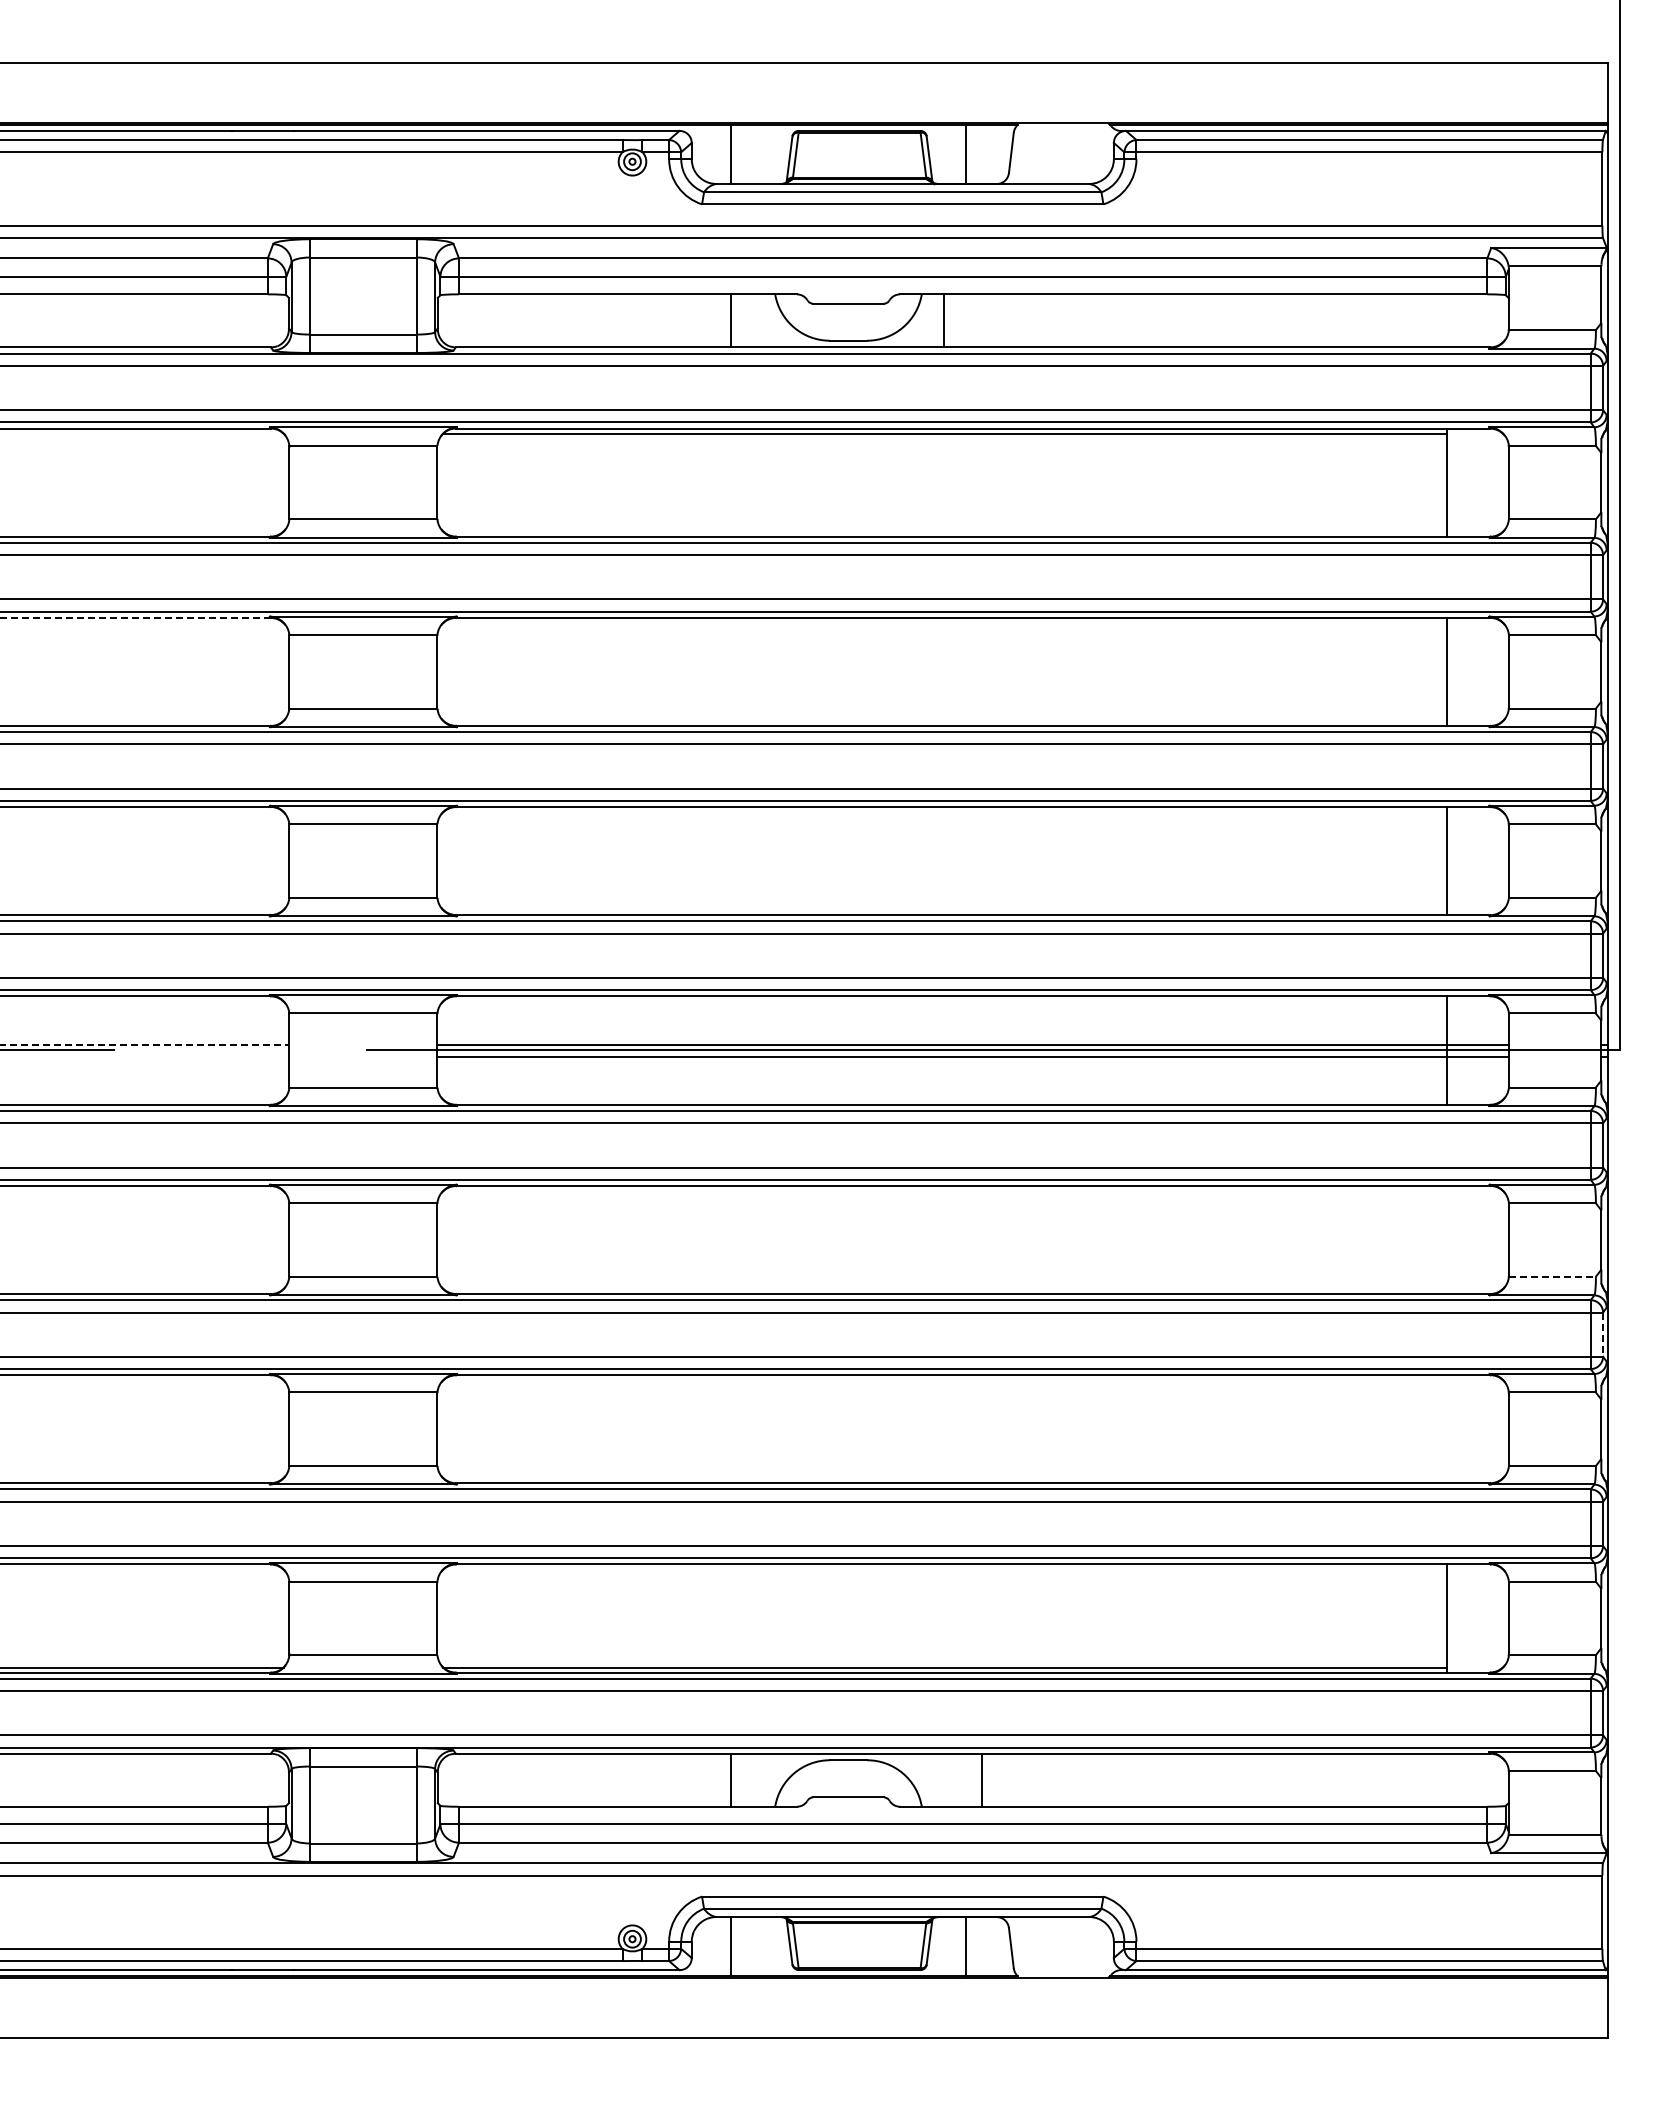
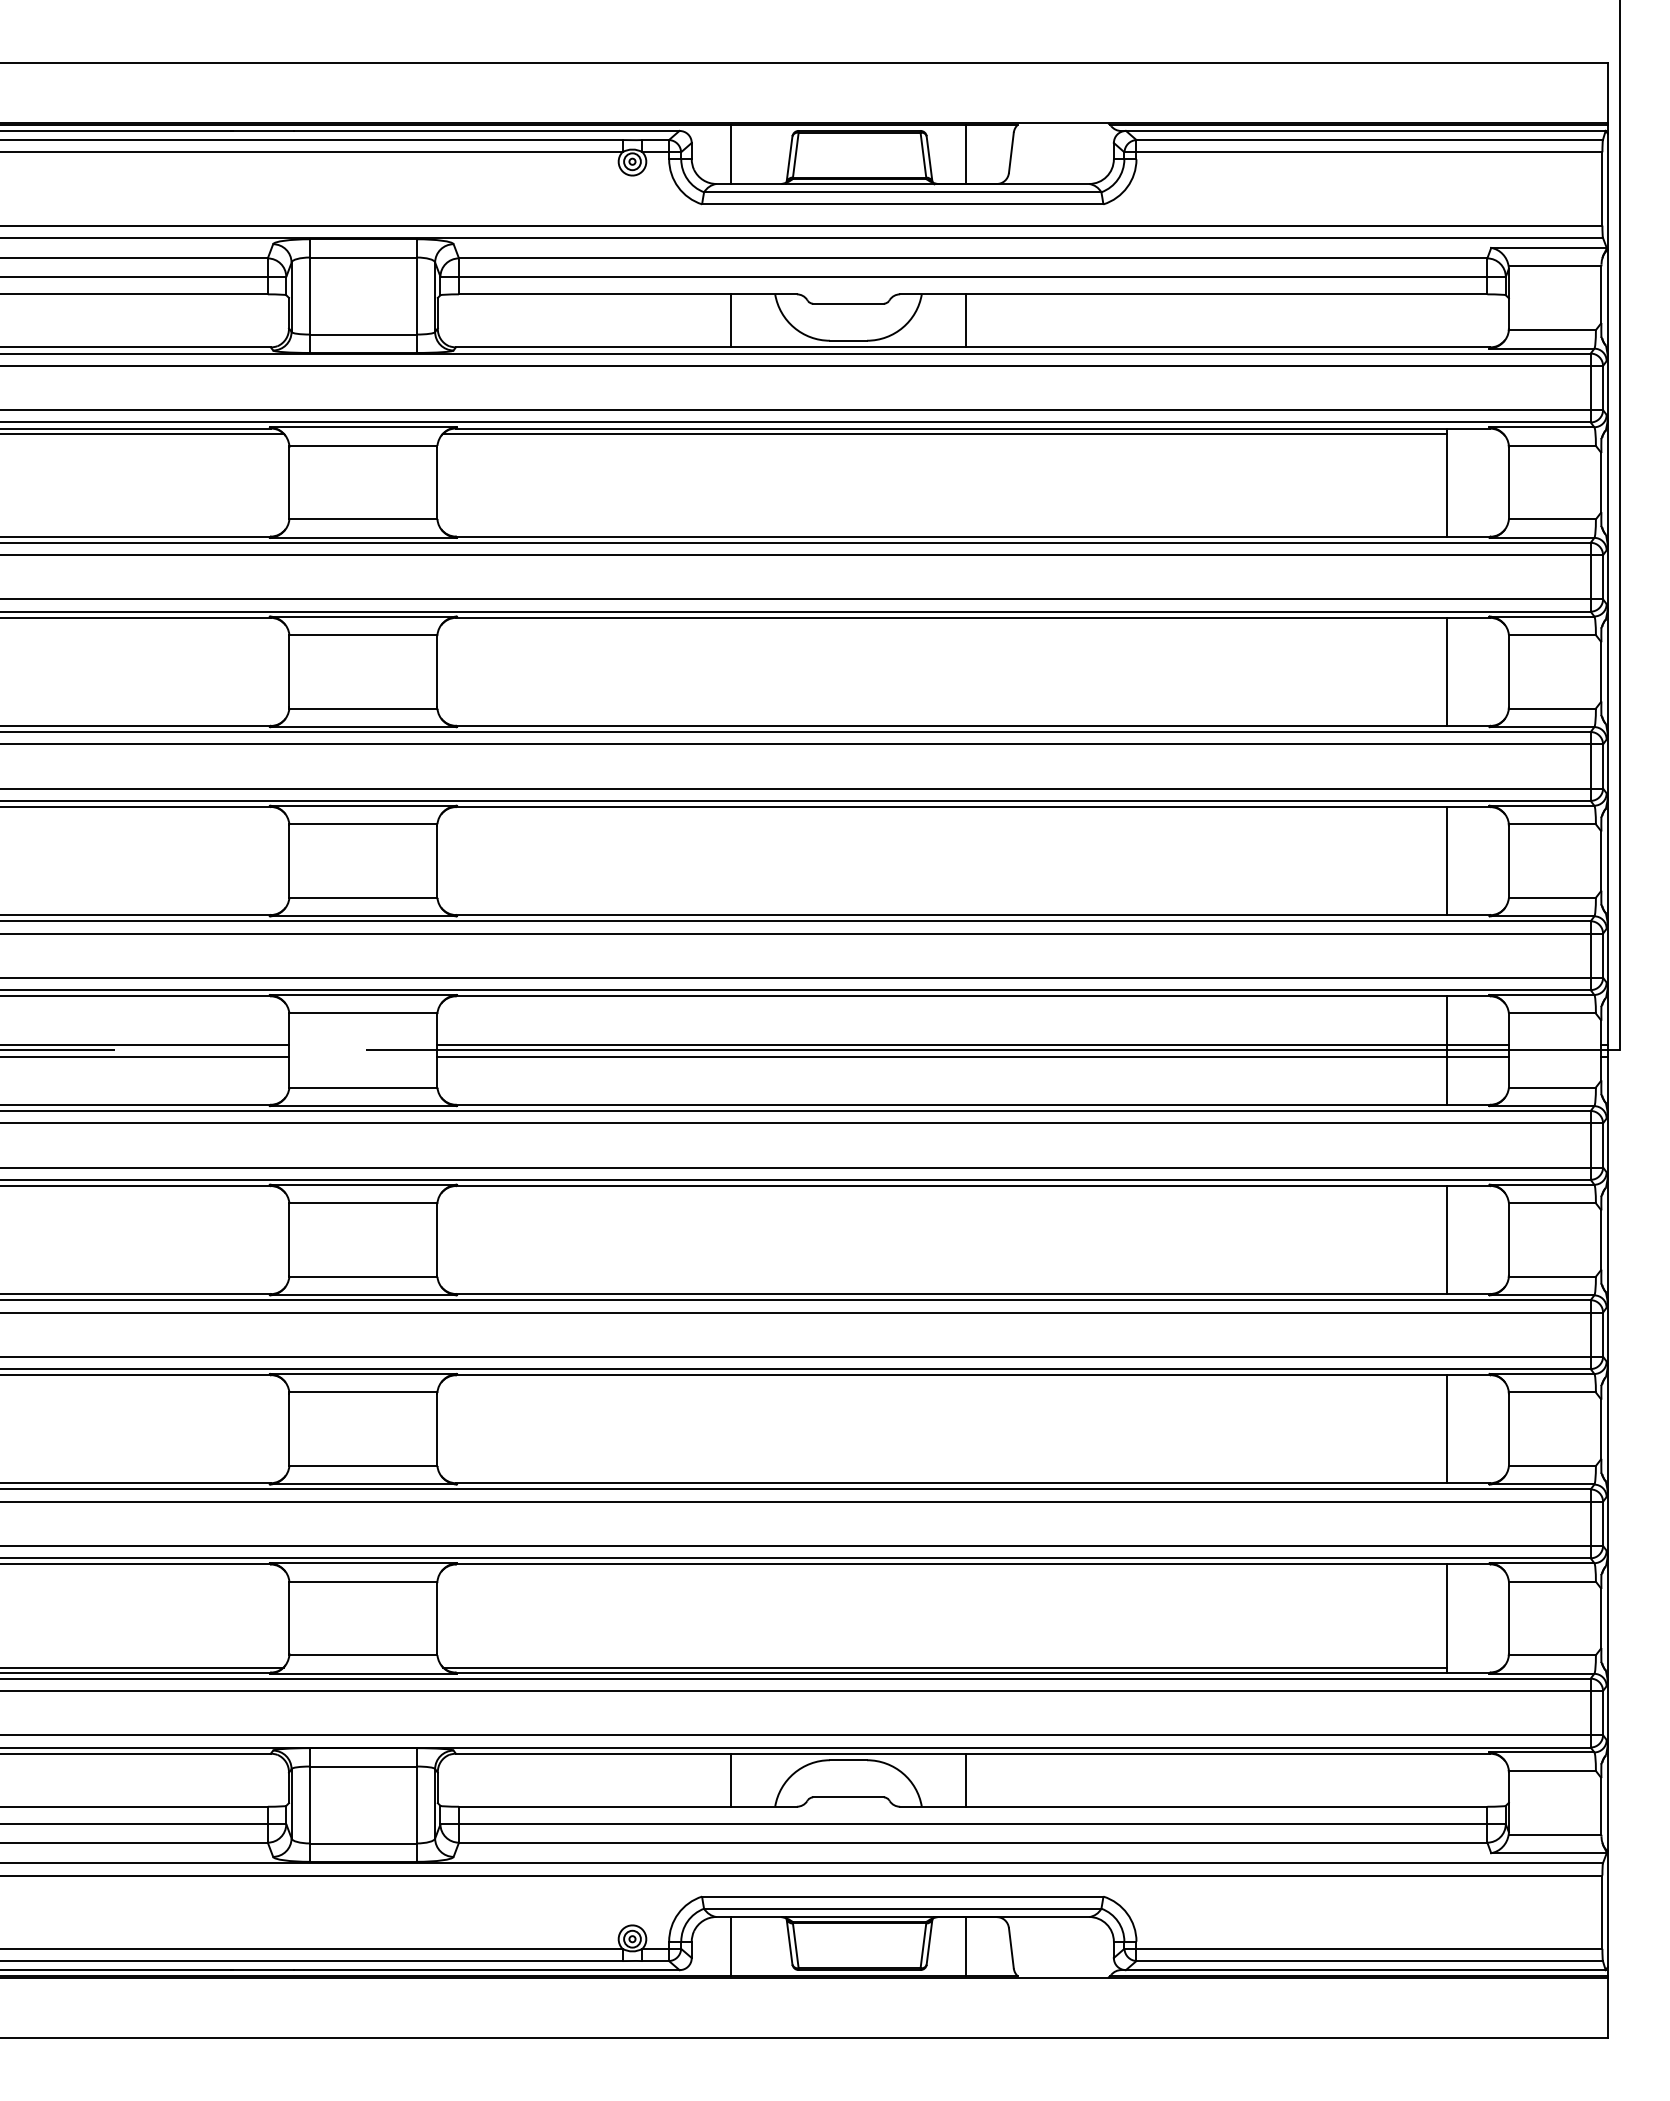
line at (943, 320) position: (943, 320) -> (965, 320)
line at (142, 433): none -> present
line at (135, 617): dashed -> solid
line at (145, 1044): dashed -> solid
line at (145, 1056): none -> present
line at (1447, 1240): none -> present
line at (1552, 1276): dashed -> solid
line at (1603, 1335): dashed -> solid
line at (1447, 1429): none -> present
line at (981, 1779) position: (981, 1779) -> (965, 1779)
